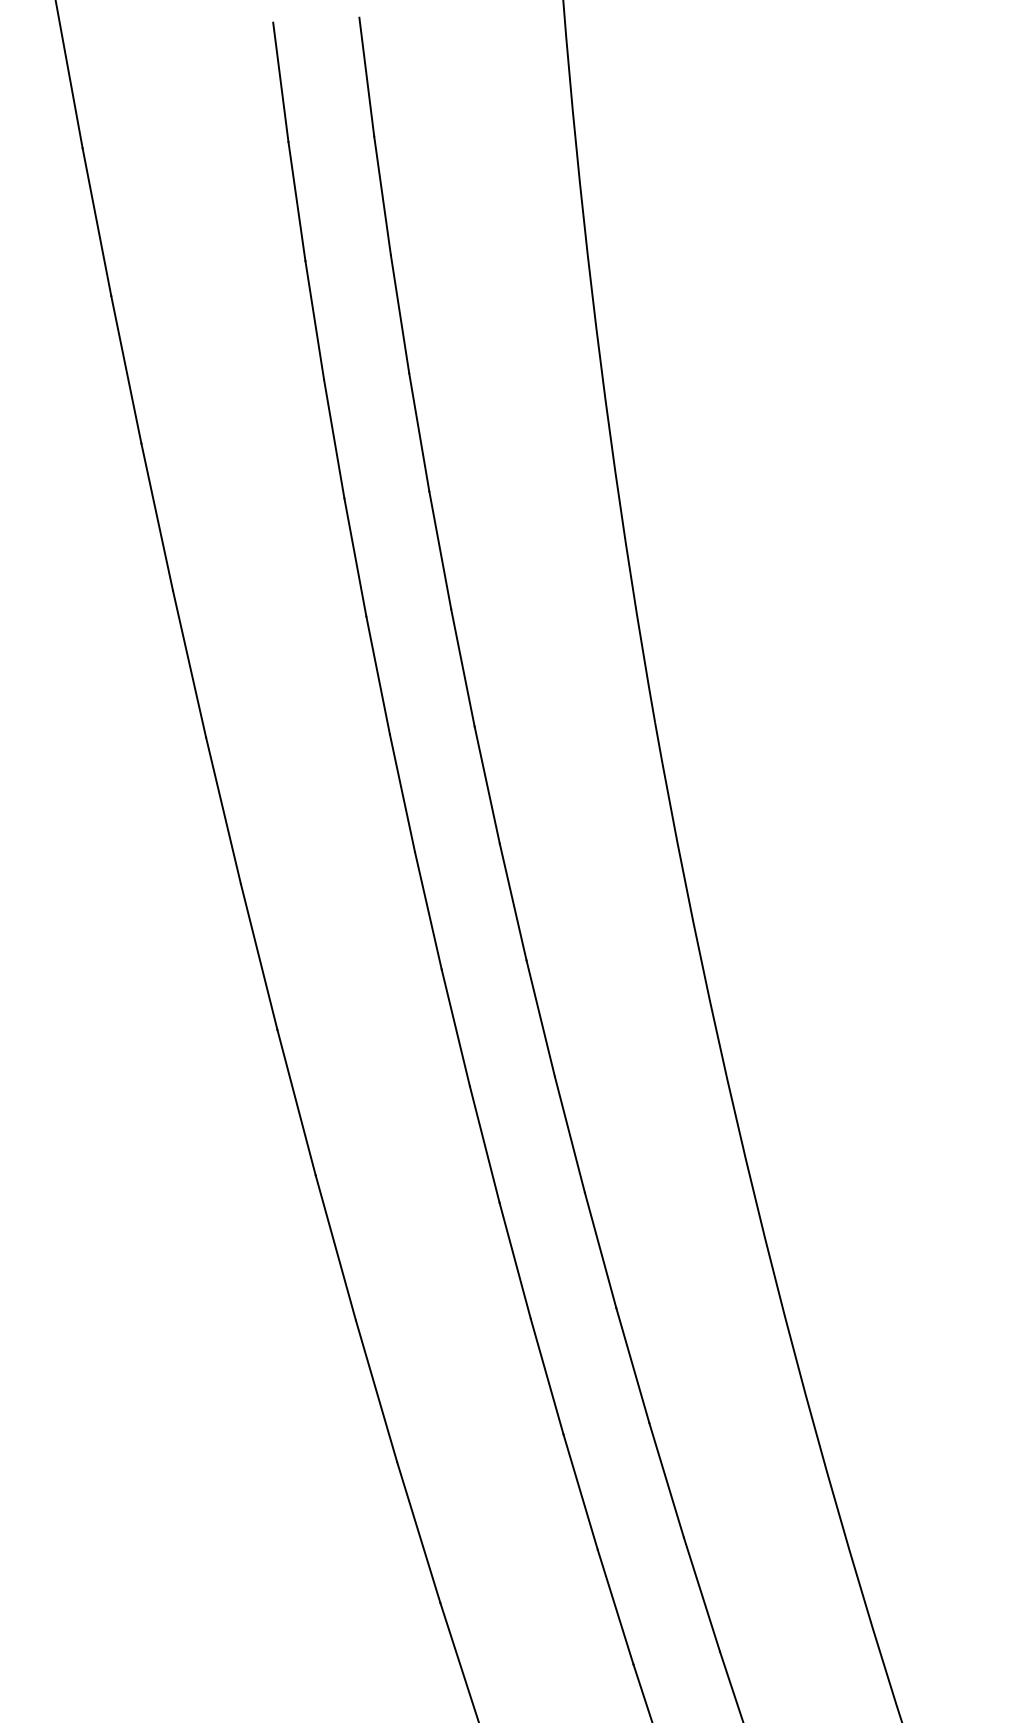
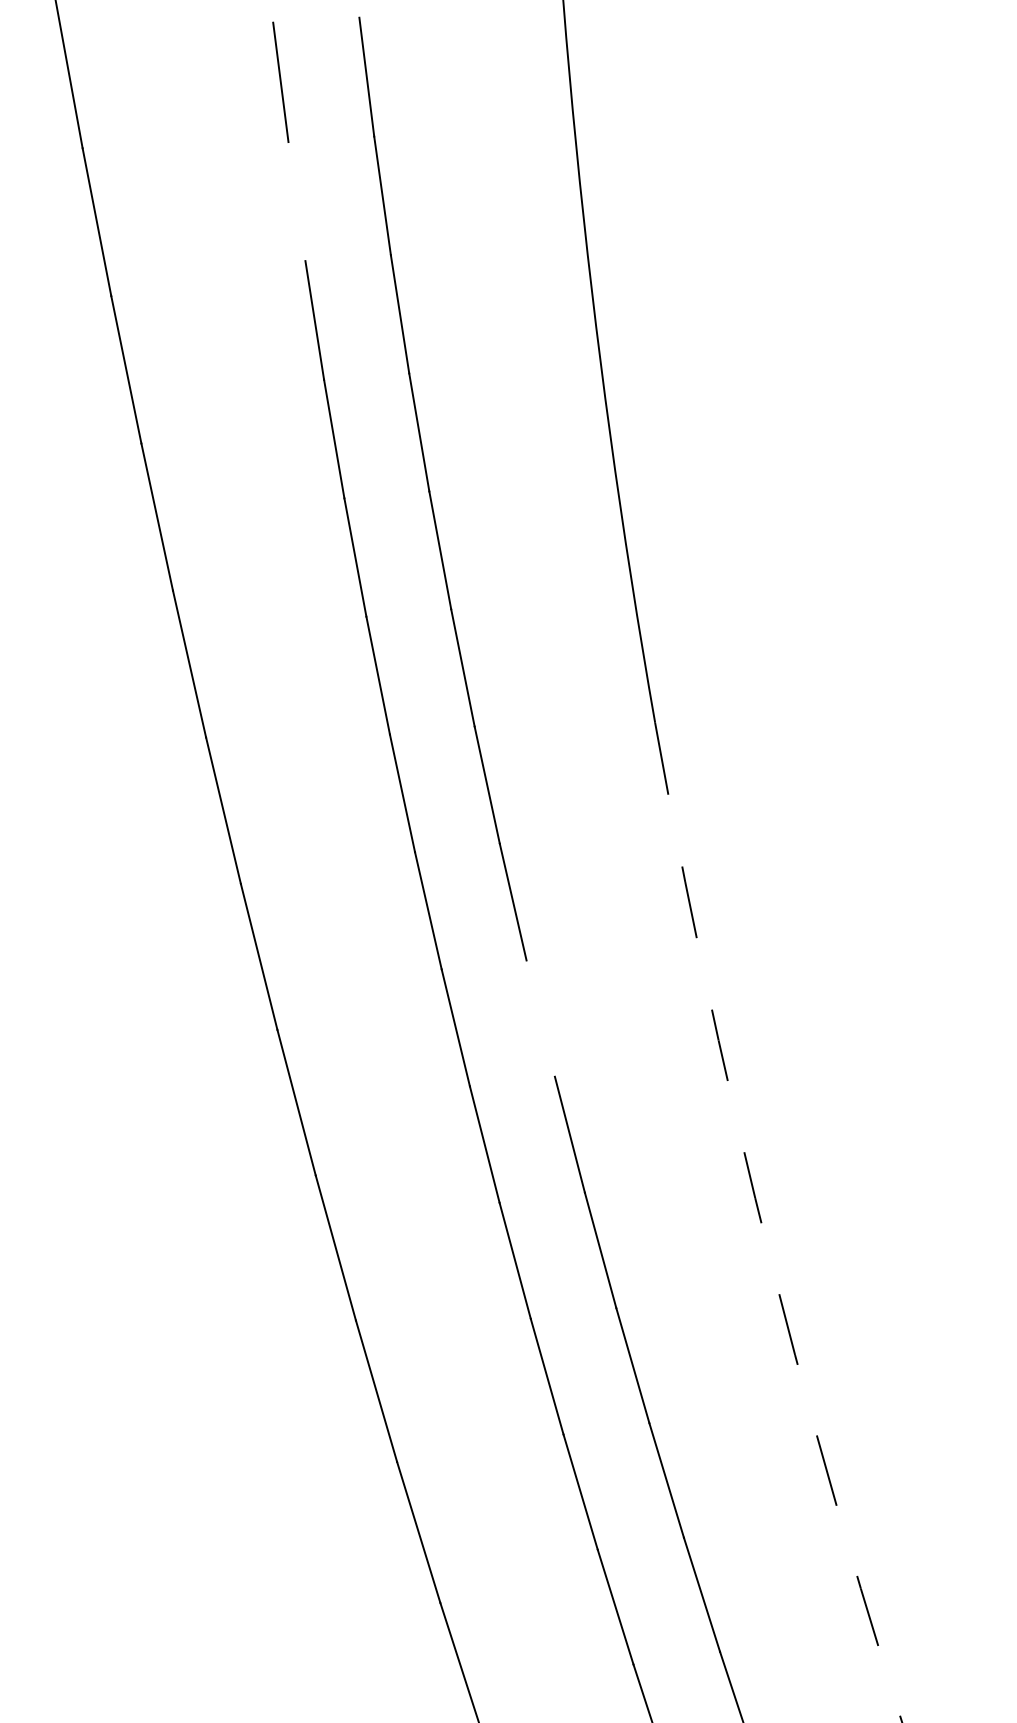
line at (296, 201): present -> none
line at (540, 1018): present -> none
arc at (762, 1227): solid -> dashed
